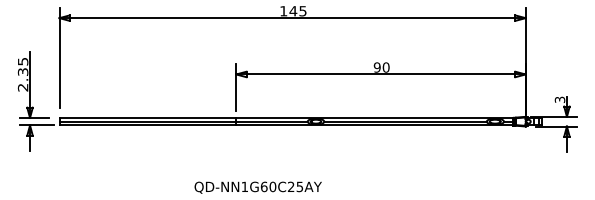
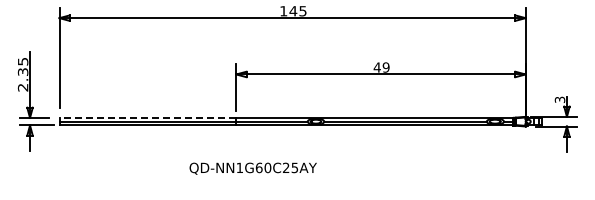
text at (381, 67): 90 -> 49
line at (147, 117): solid -> dashed
text at (257, 187) position: (257, 187) -> (252, 168)
